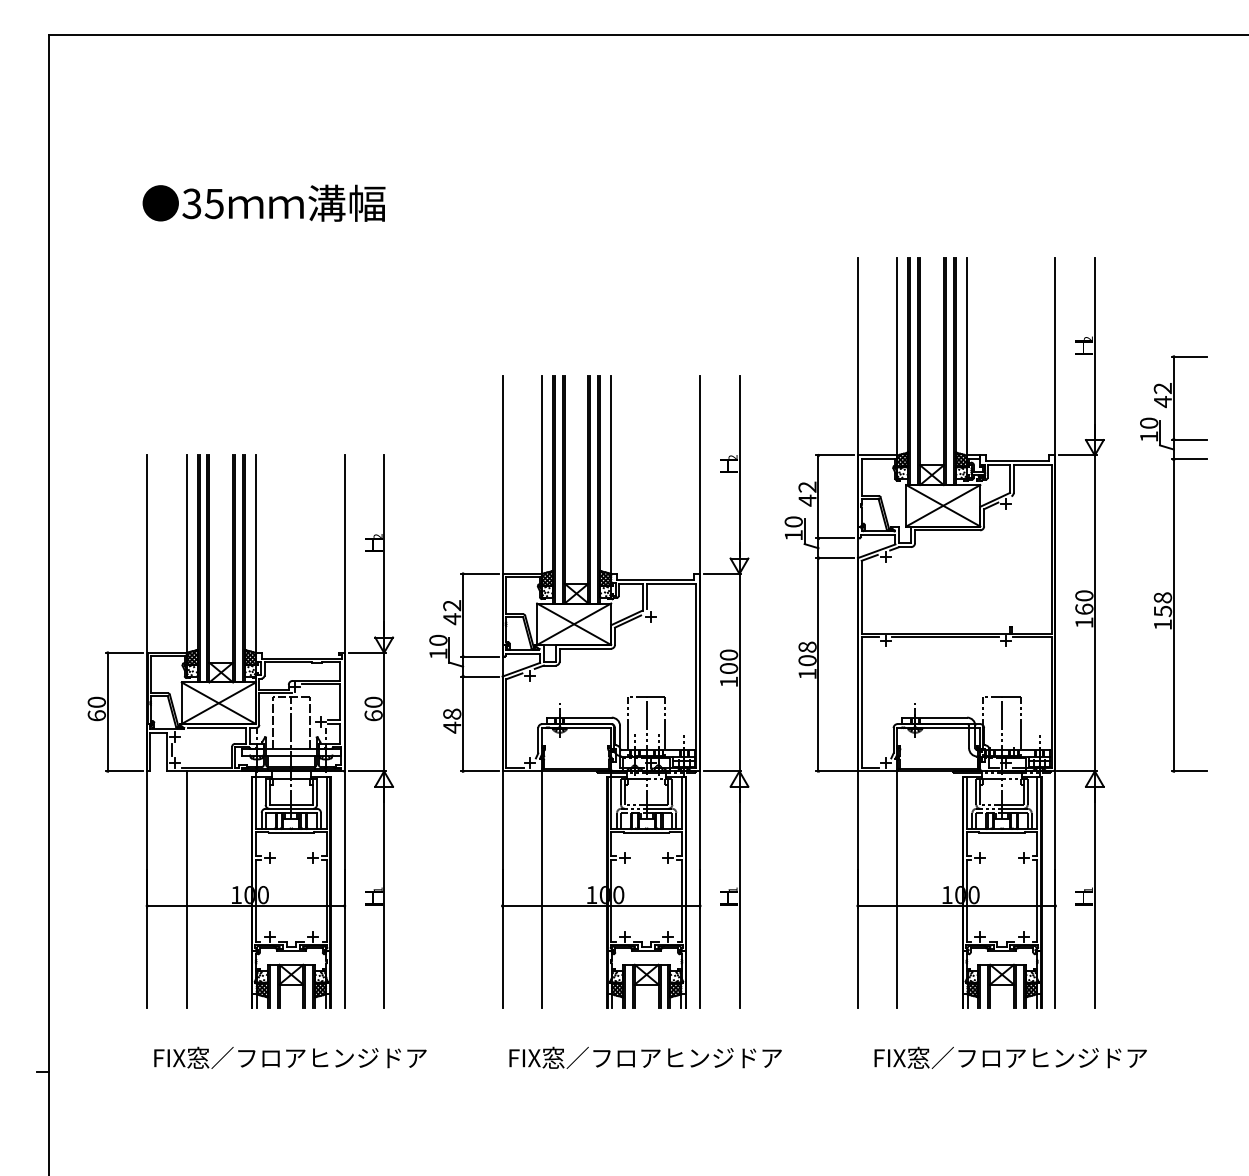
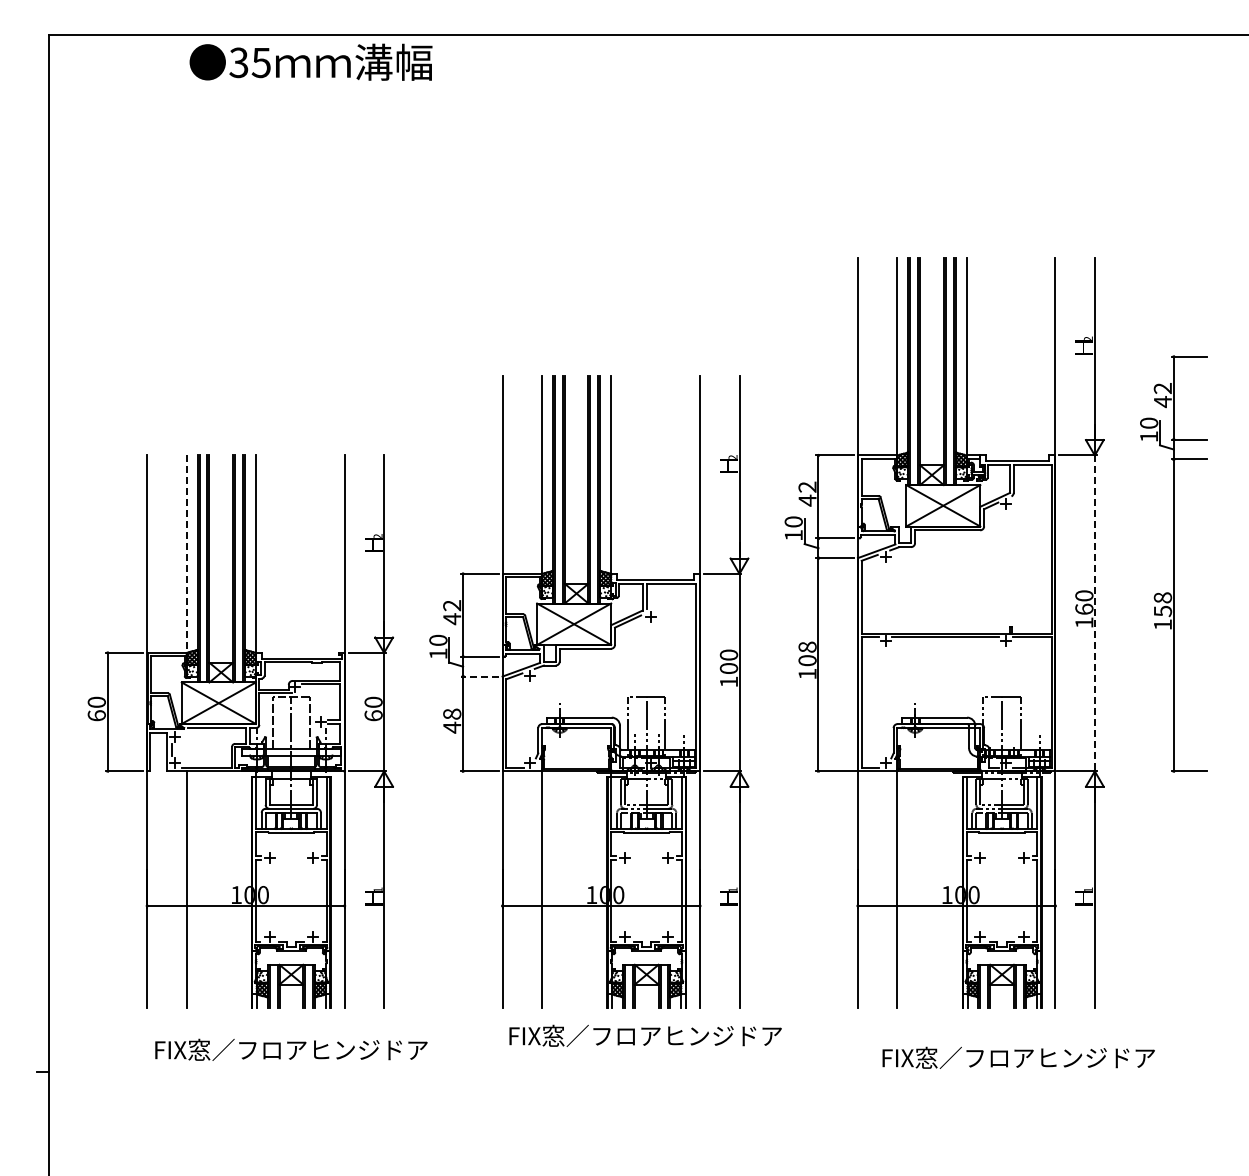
text at (263, 202) position: (263, 202) -> (310, 61)
line at (186, 554): solid -> dashed
line at (1094, 613): solid -> dashed
line at (479, 676): solid -> dashed
text at (290, 1057) position: (290, 1057) -> (291, 1049)
text at (645, 1057) position: (645, 1057) -> (645, 1035)
text at (1010, 1057) position: (1010, 1057) -> (1018, 1057)
